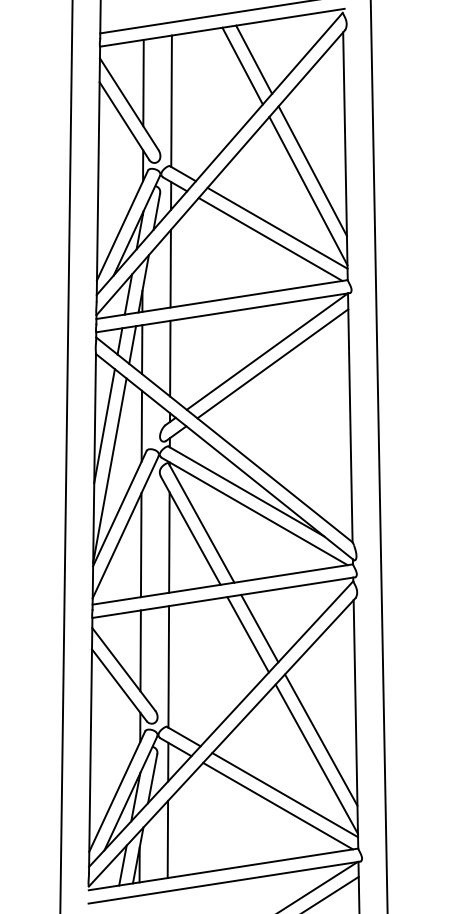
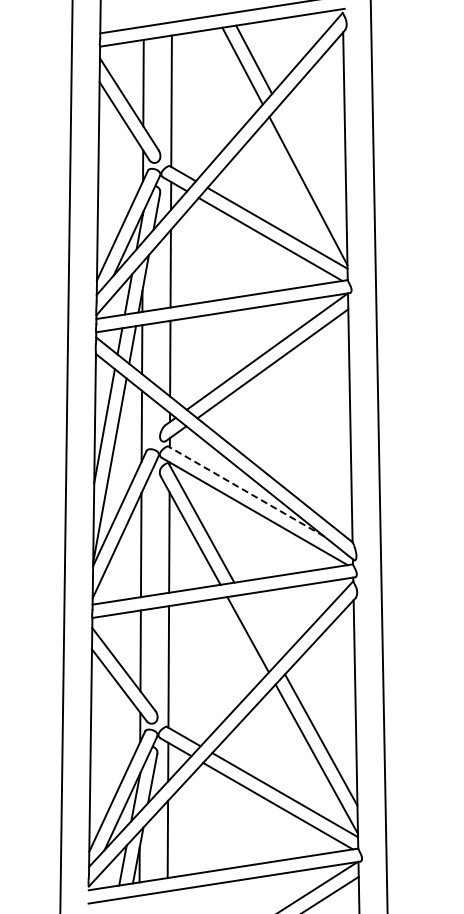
line at (312, 171): present -> none
line at (246, 491): solid -> dashed
line at (259, 628): present -> none
